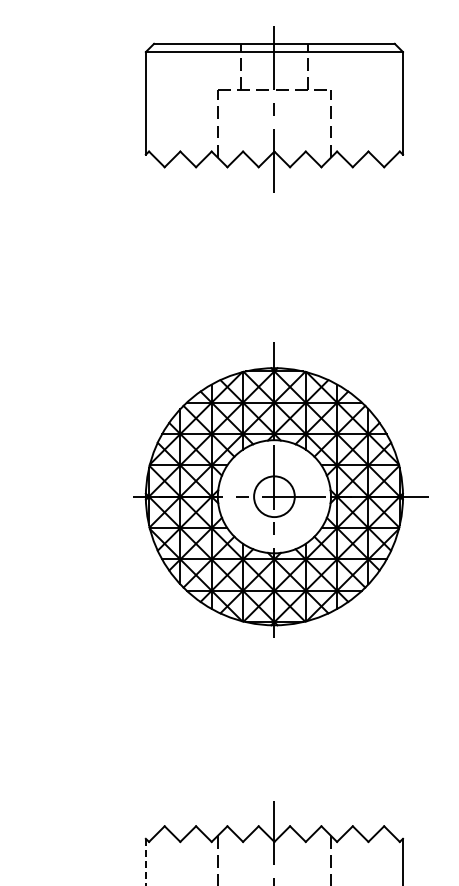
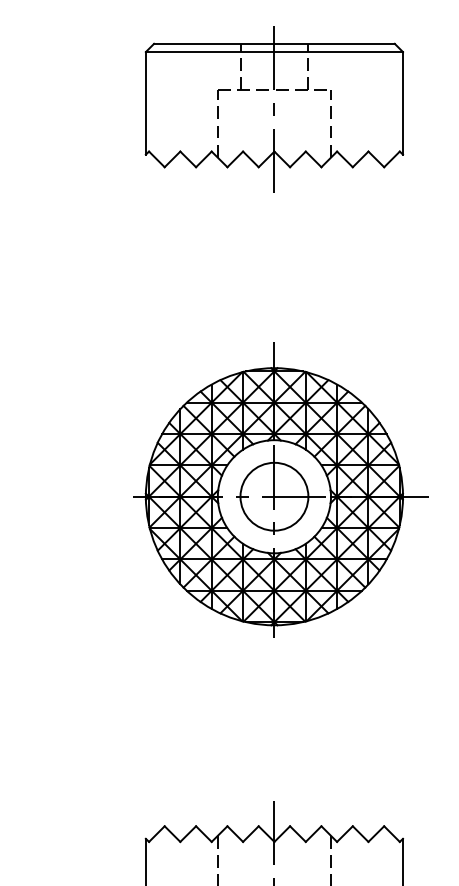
circle at (274, 496) diameter: 41 px -> 68 px
line at (145, 862): dashed -> solid
